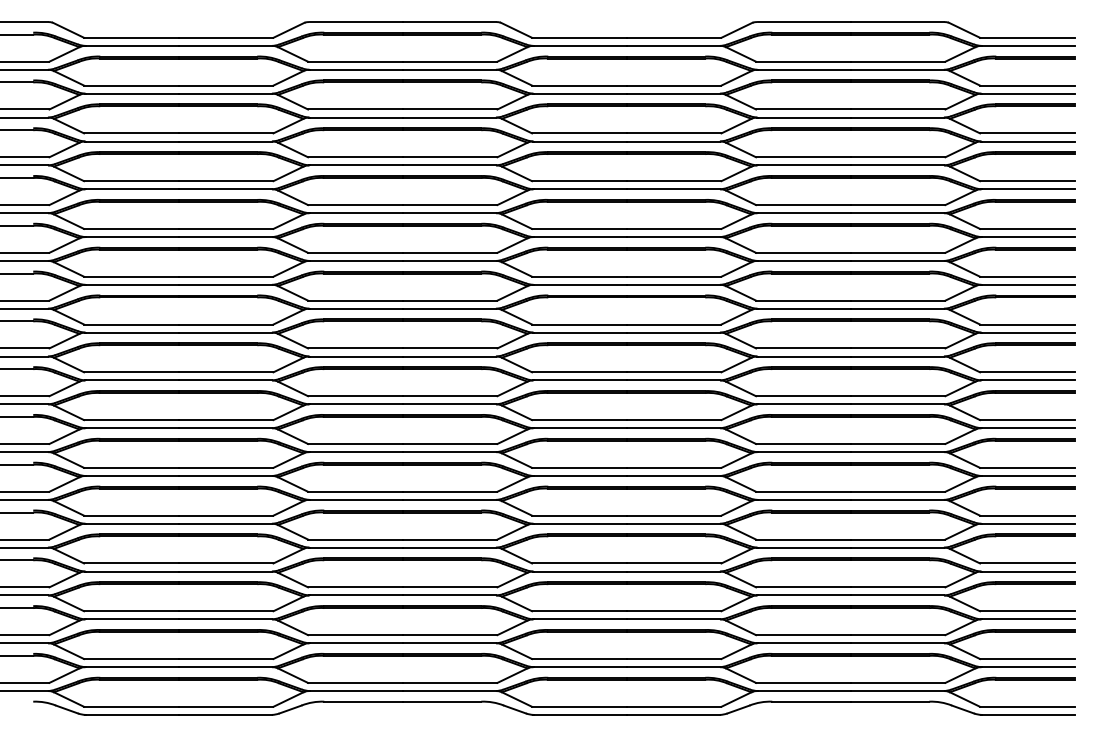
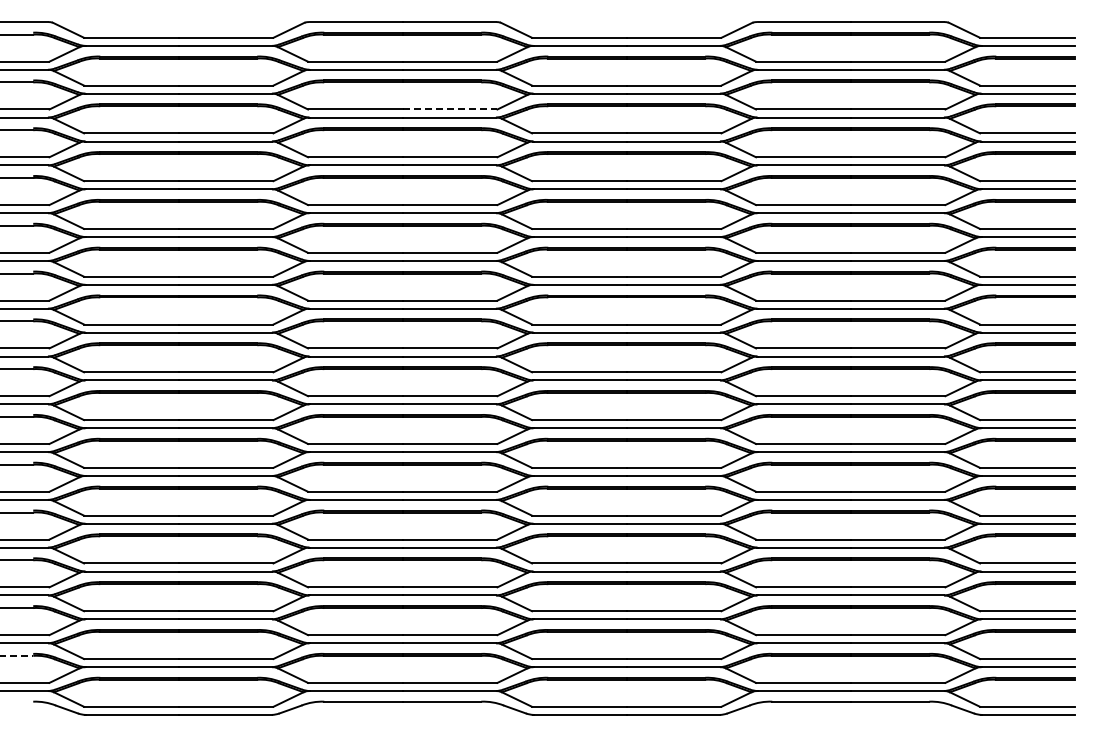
line at (450, 109): solid -> dashed
line at (17, 655): solid -> dashed
